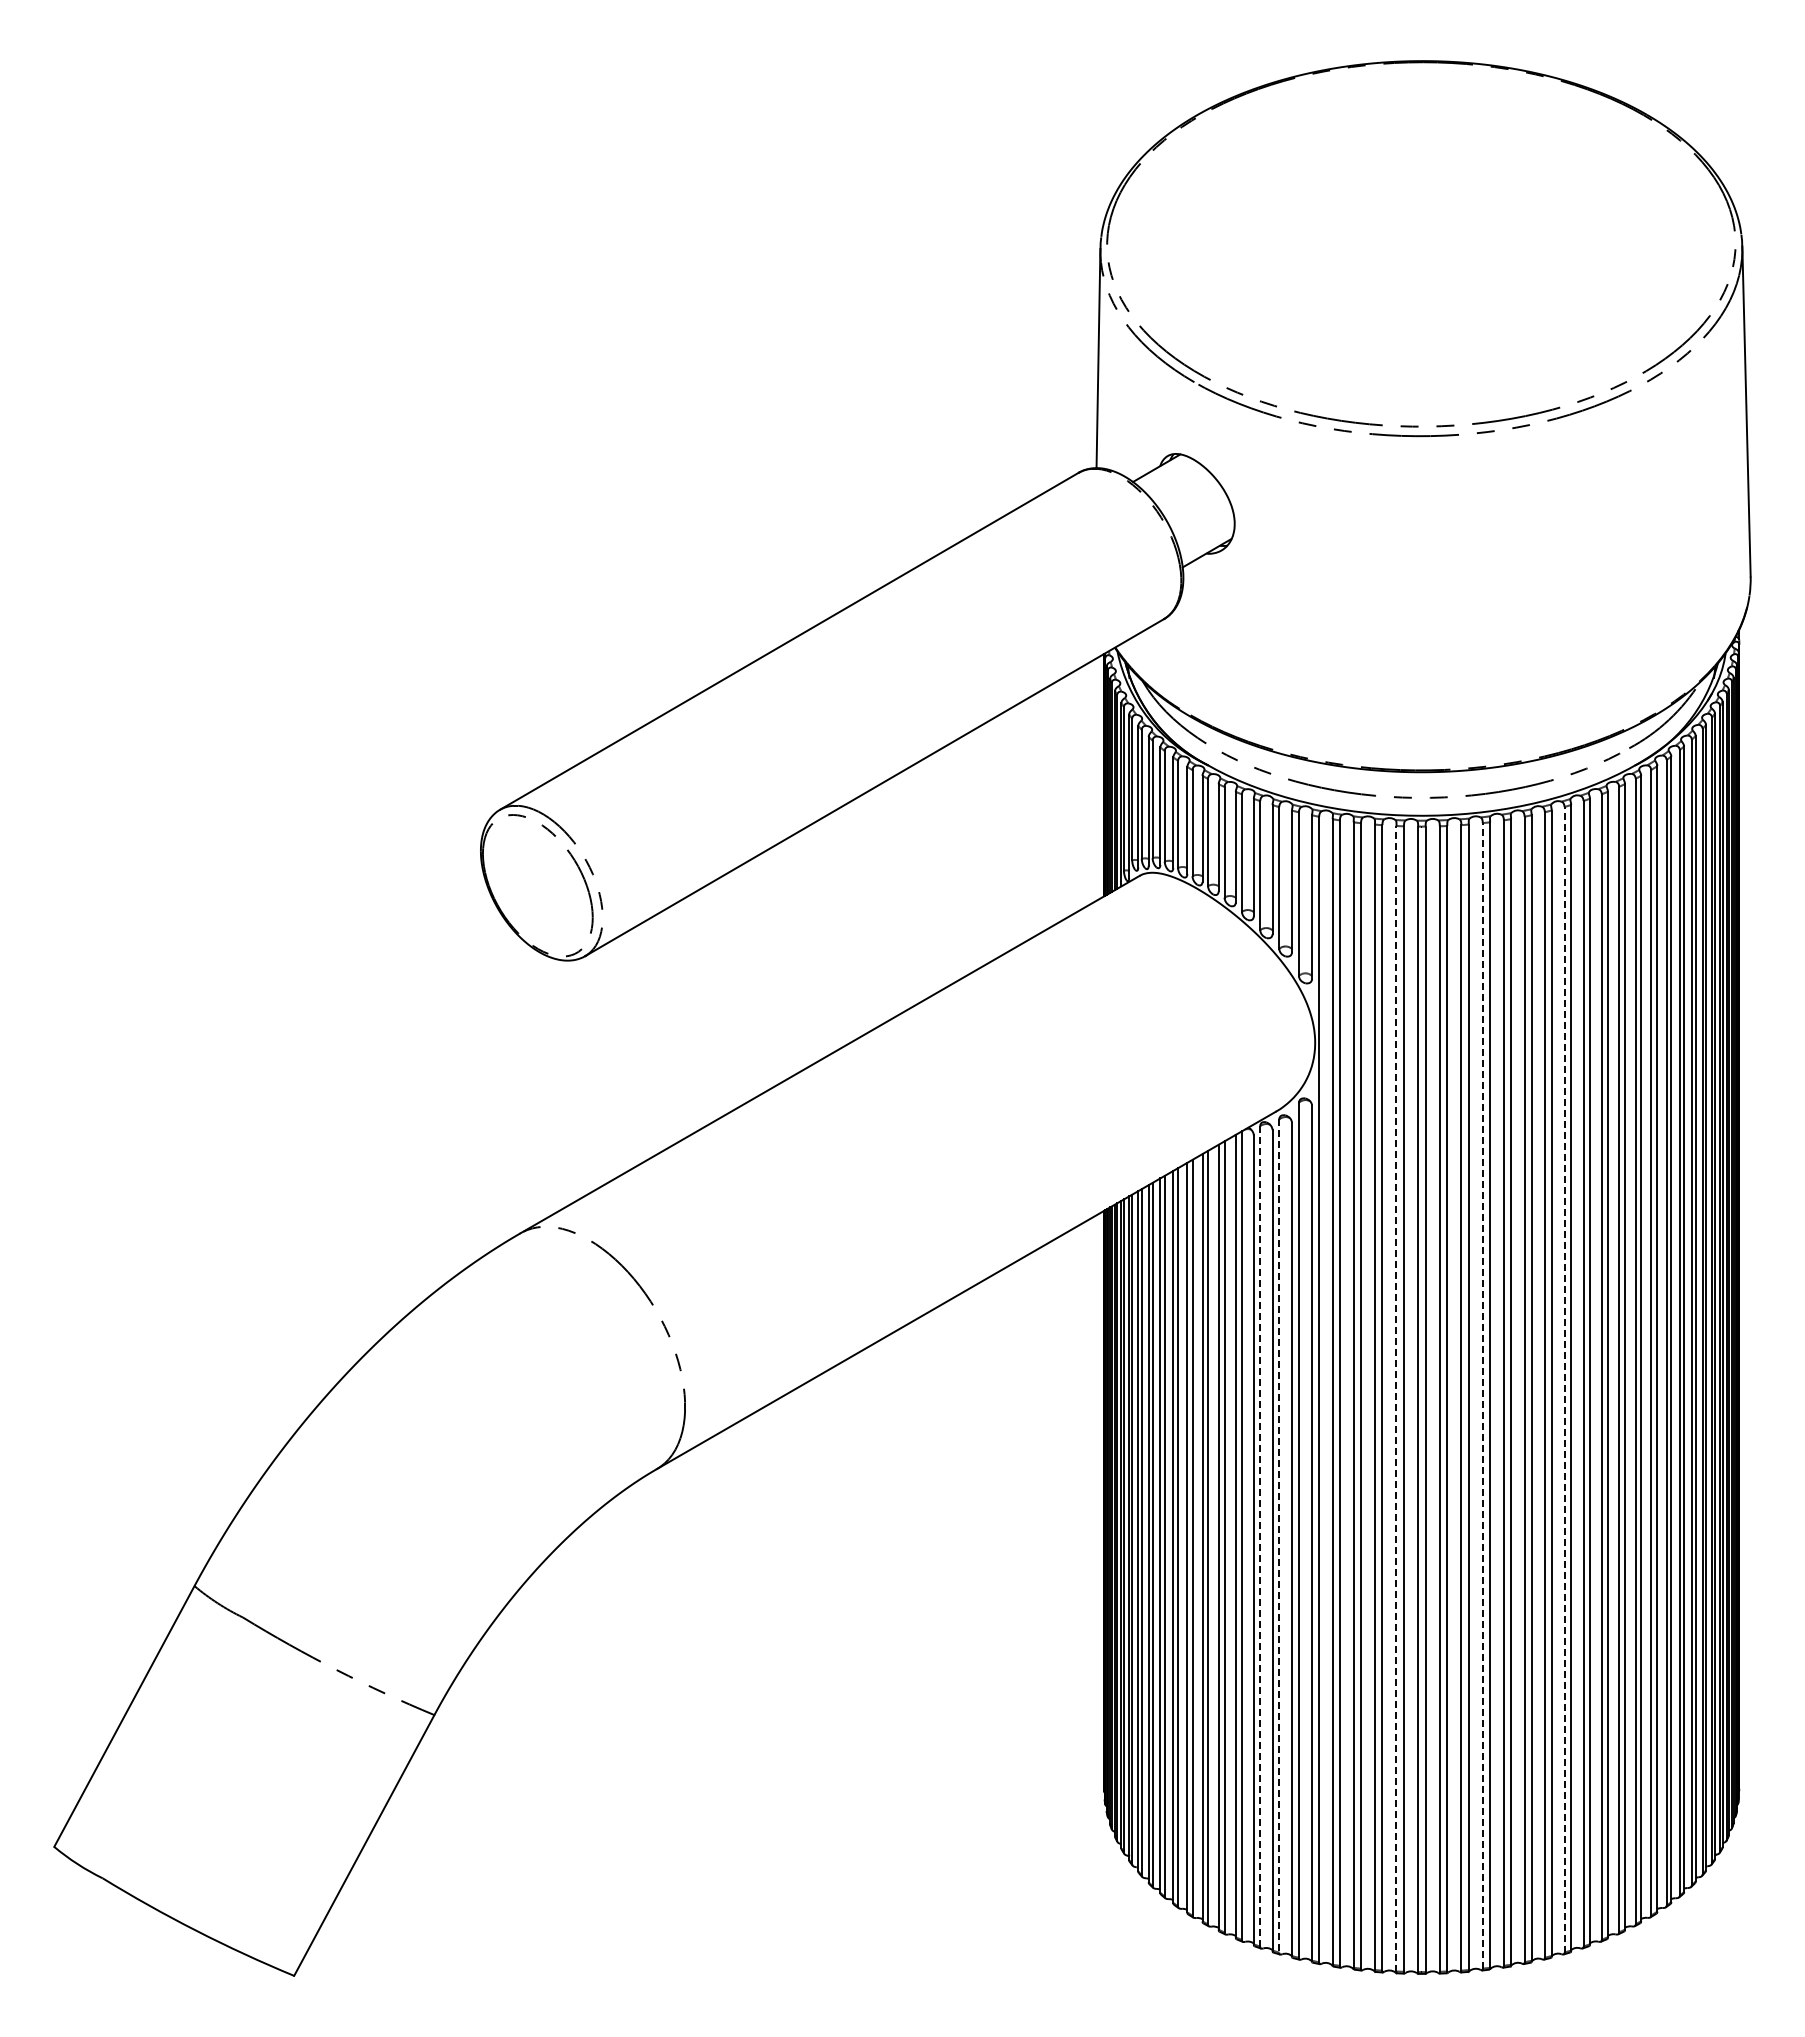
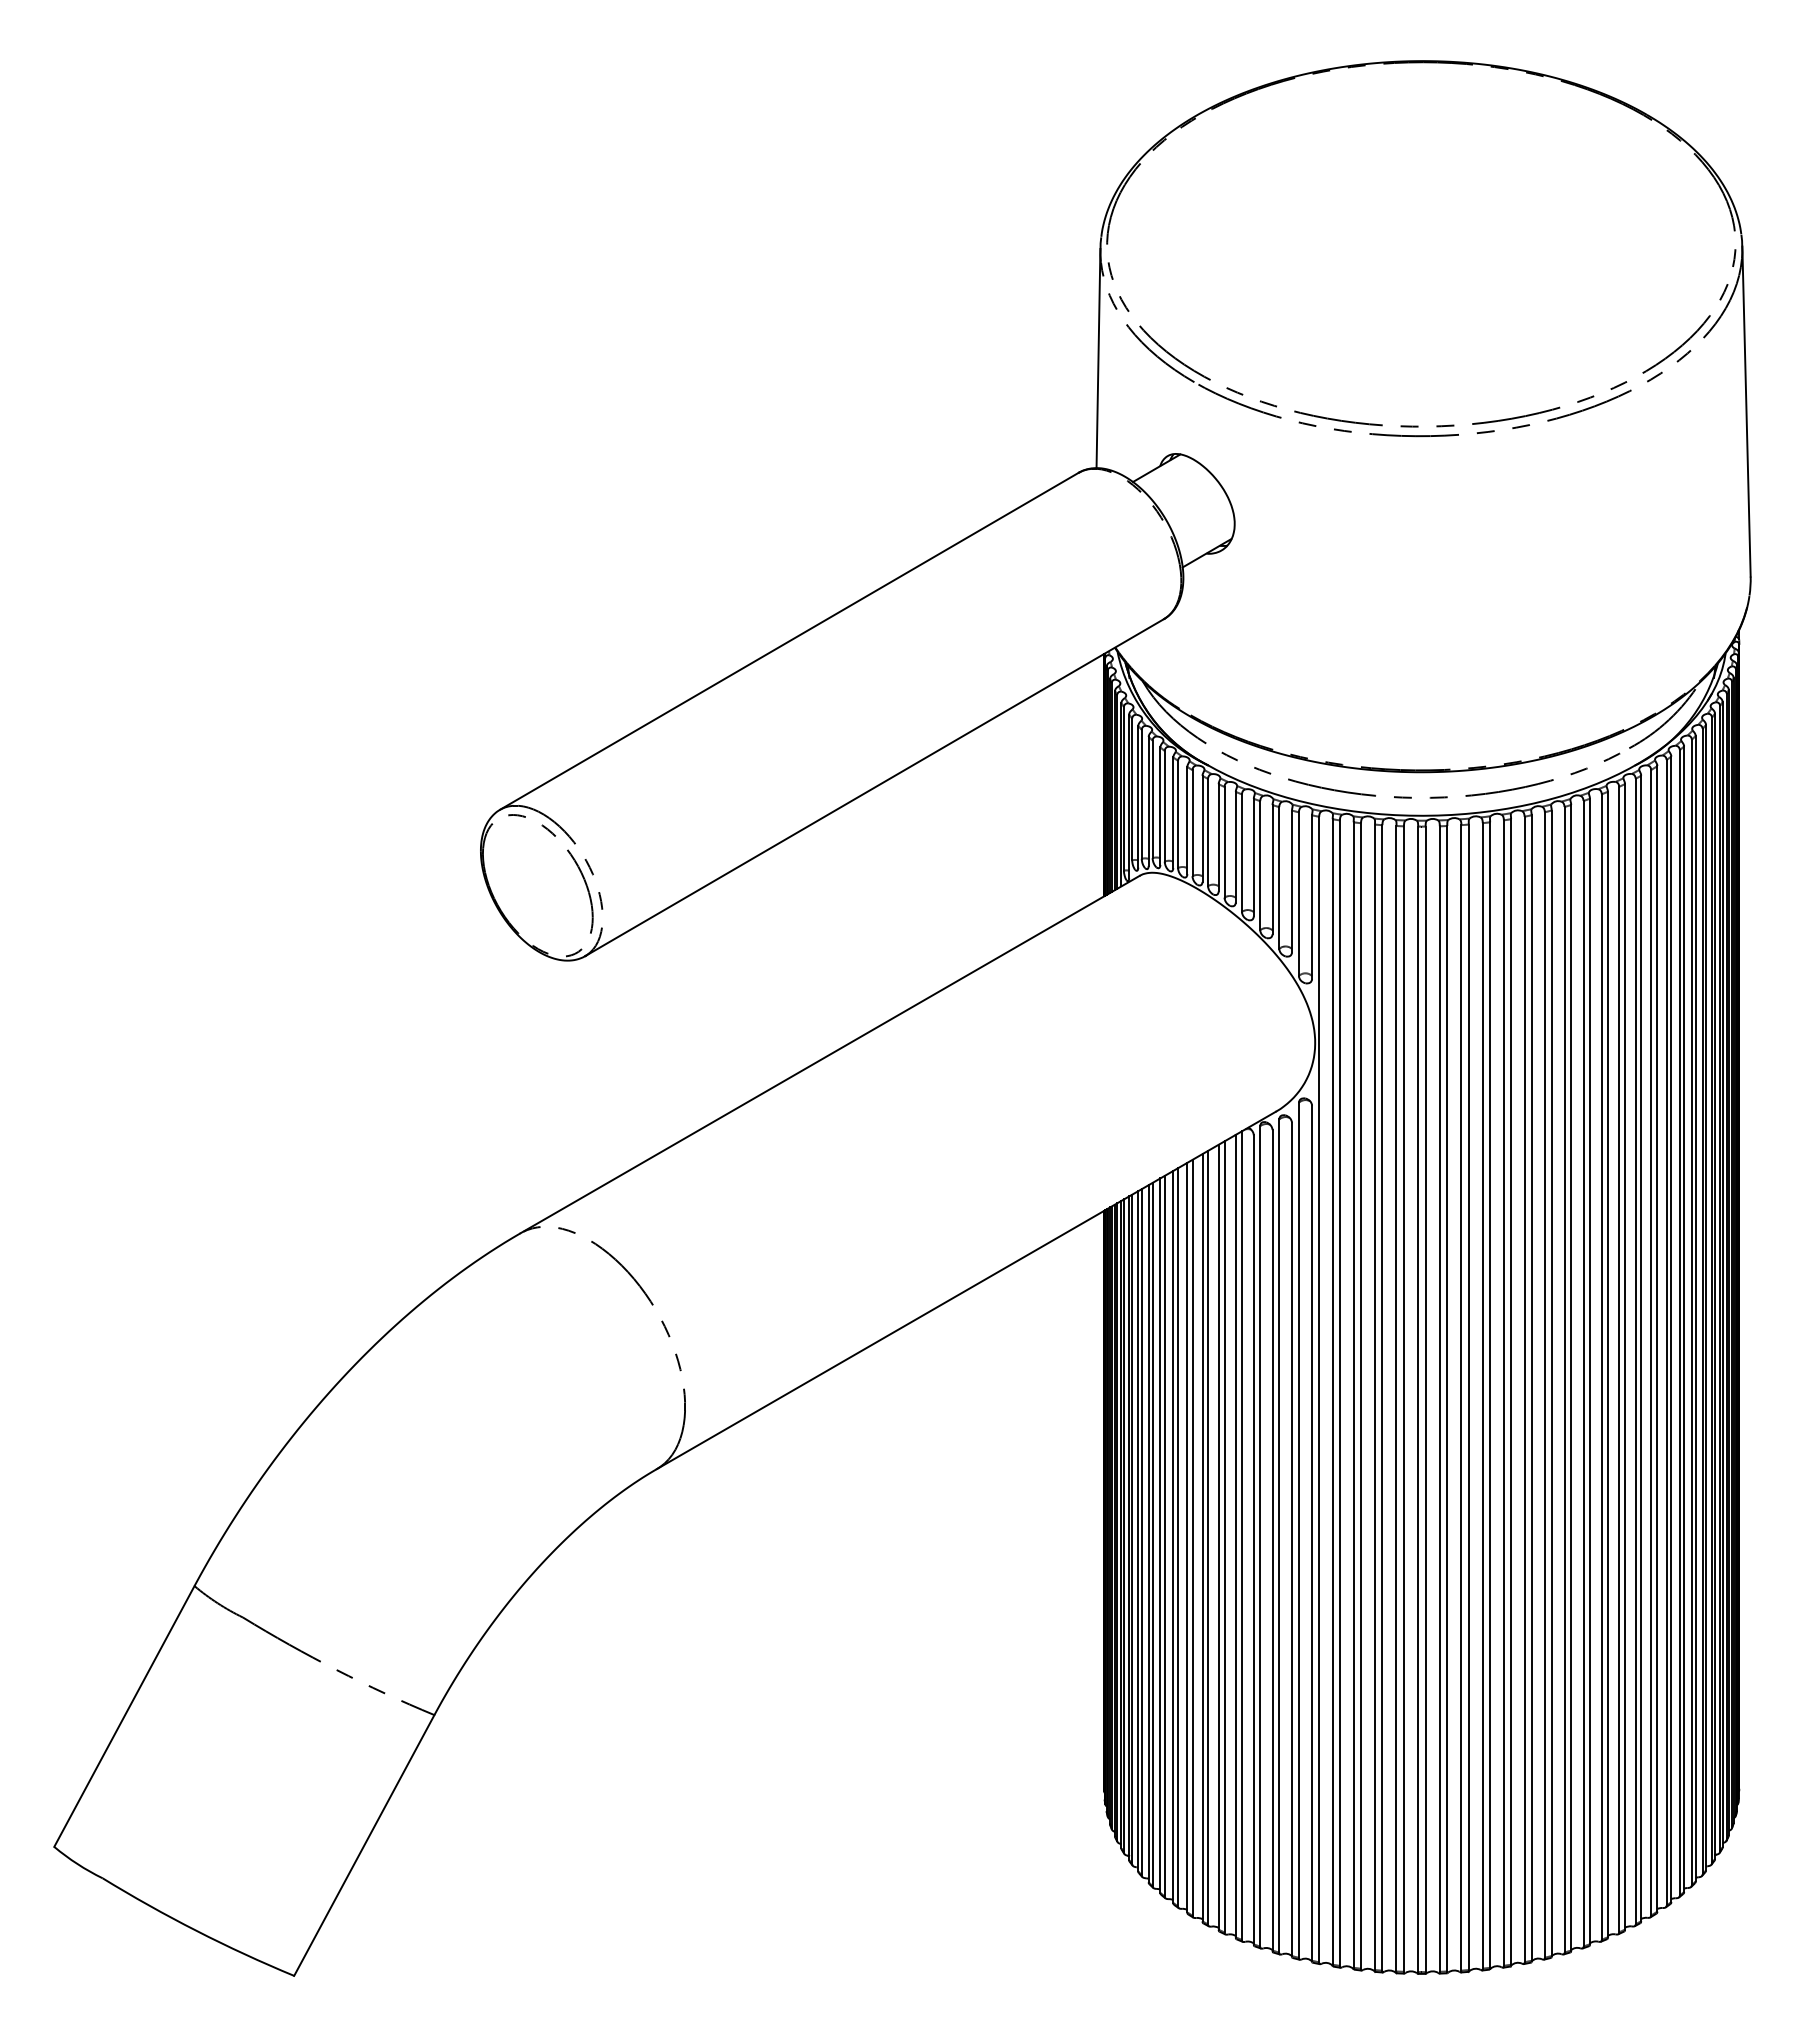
line at (1564, 1379): dashed -> solid
line at (1482, 1395): dashed -> solid
line at (1396, 1398): dashed -> solid
line at (1260, 1536): dashed -> solid
line at (1279, 1536): dashed -> solid
